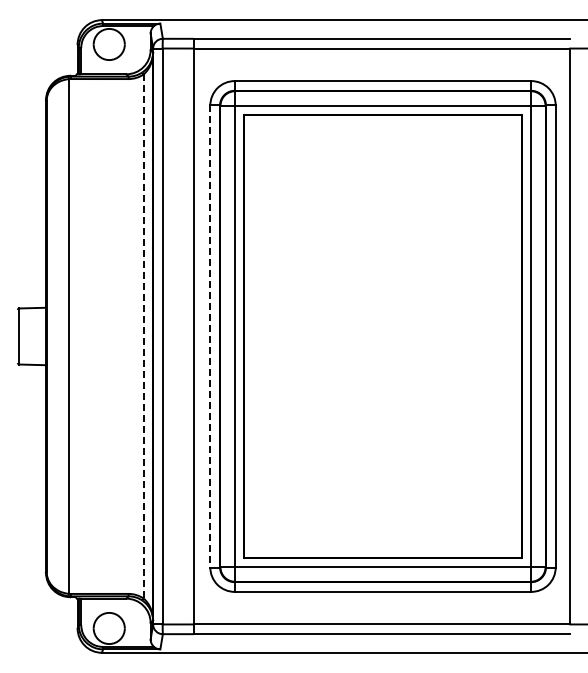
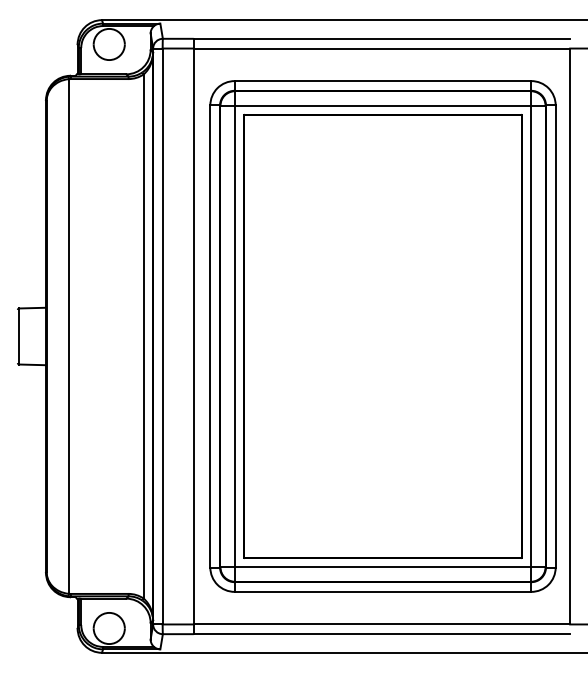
line at (210, 336): dashed -> solid
line at (143, 337): dashed -> solid
